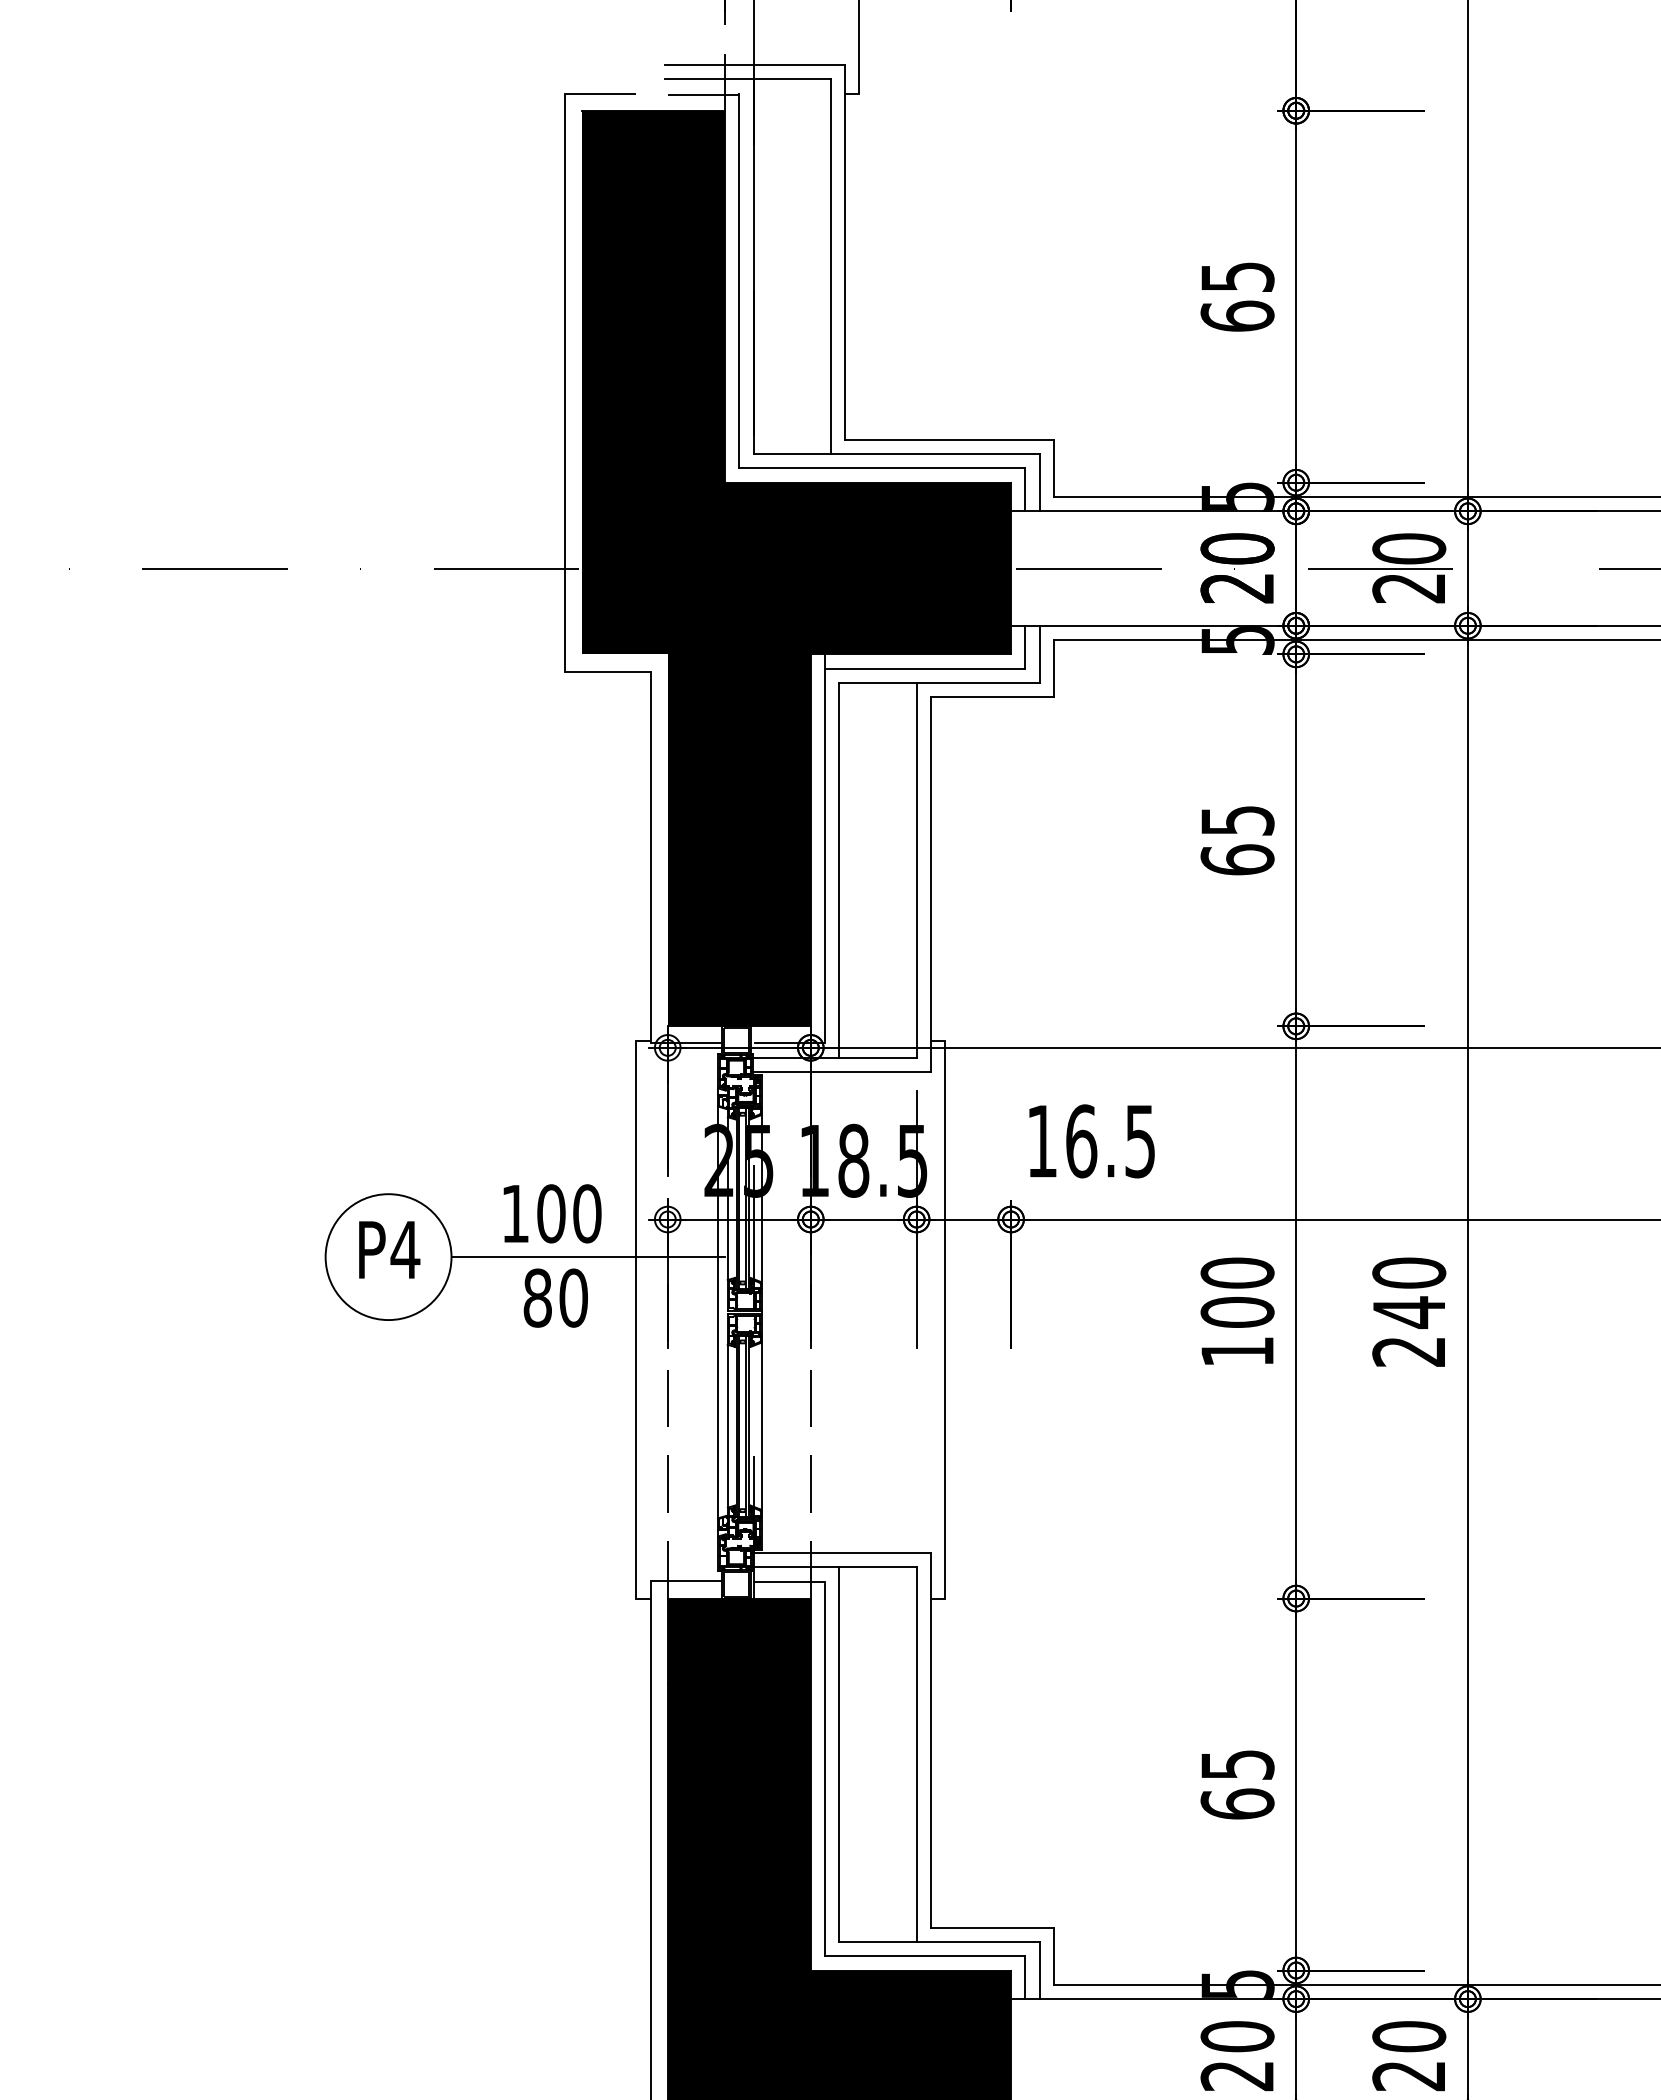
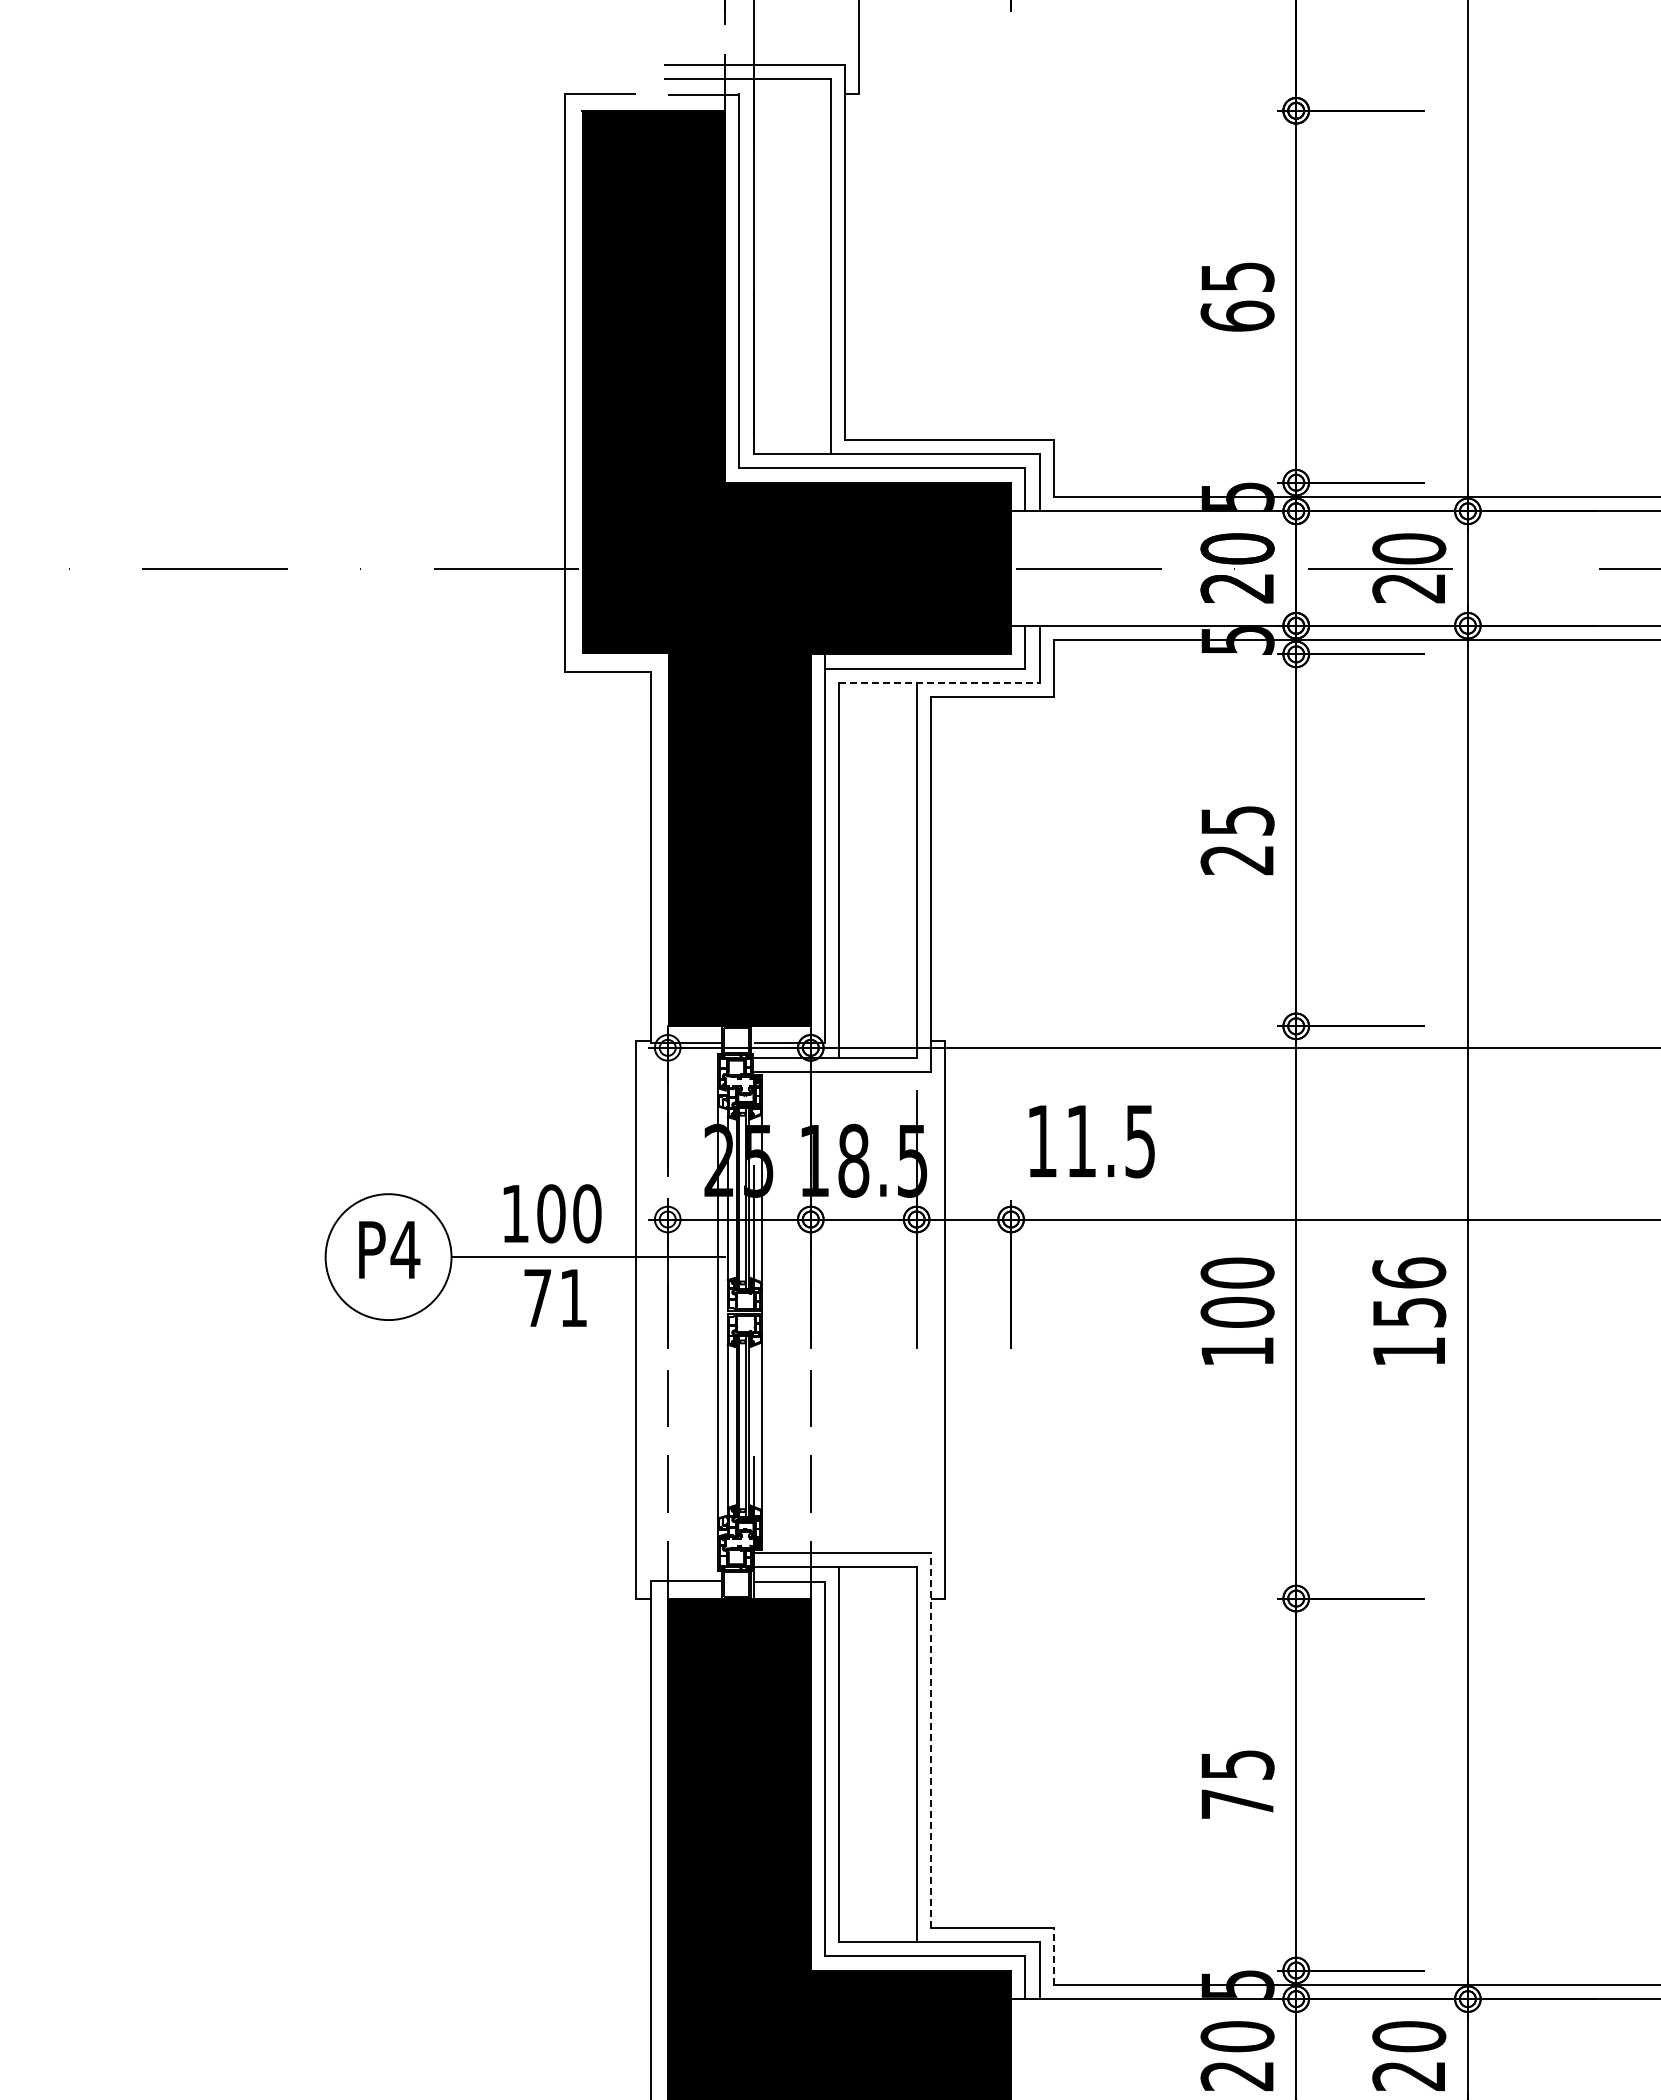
line at (940, 682): solid -> dashed
text at (1237, 859): 65 -> 25
text at (1081, 1141): 16.5 -> 11.5
text at (555, 1297): 80 -> 71
text at (1409, 1311): 240 -> 156
line at (931, 1739): solid -> dashed
text at (1237, 1803): 65 -> 75
line at (1054, 1956): solid -> dashed
